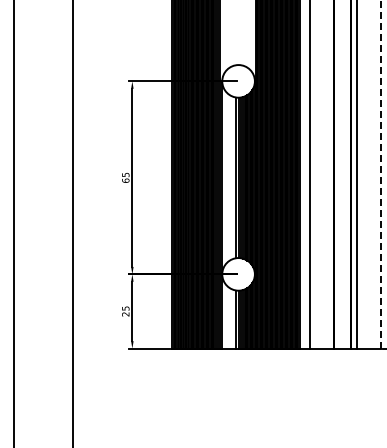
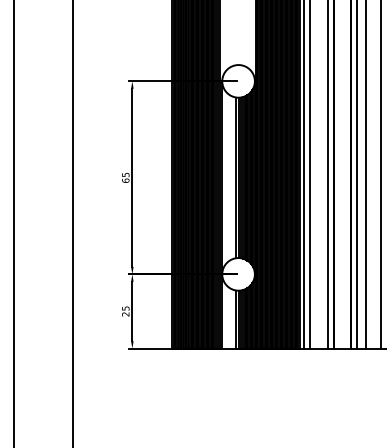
line at (380, 174): dashed -> solid
line at (303, 175): none -> present
line at (327, 175): none -> present
line at (365, 175): none -> present
